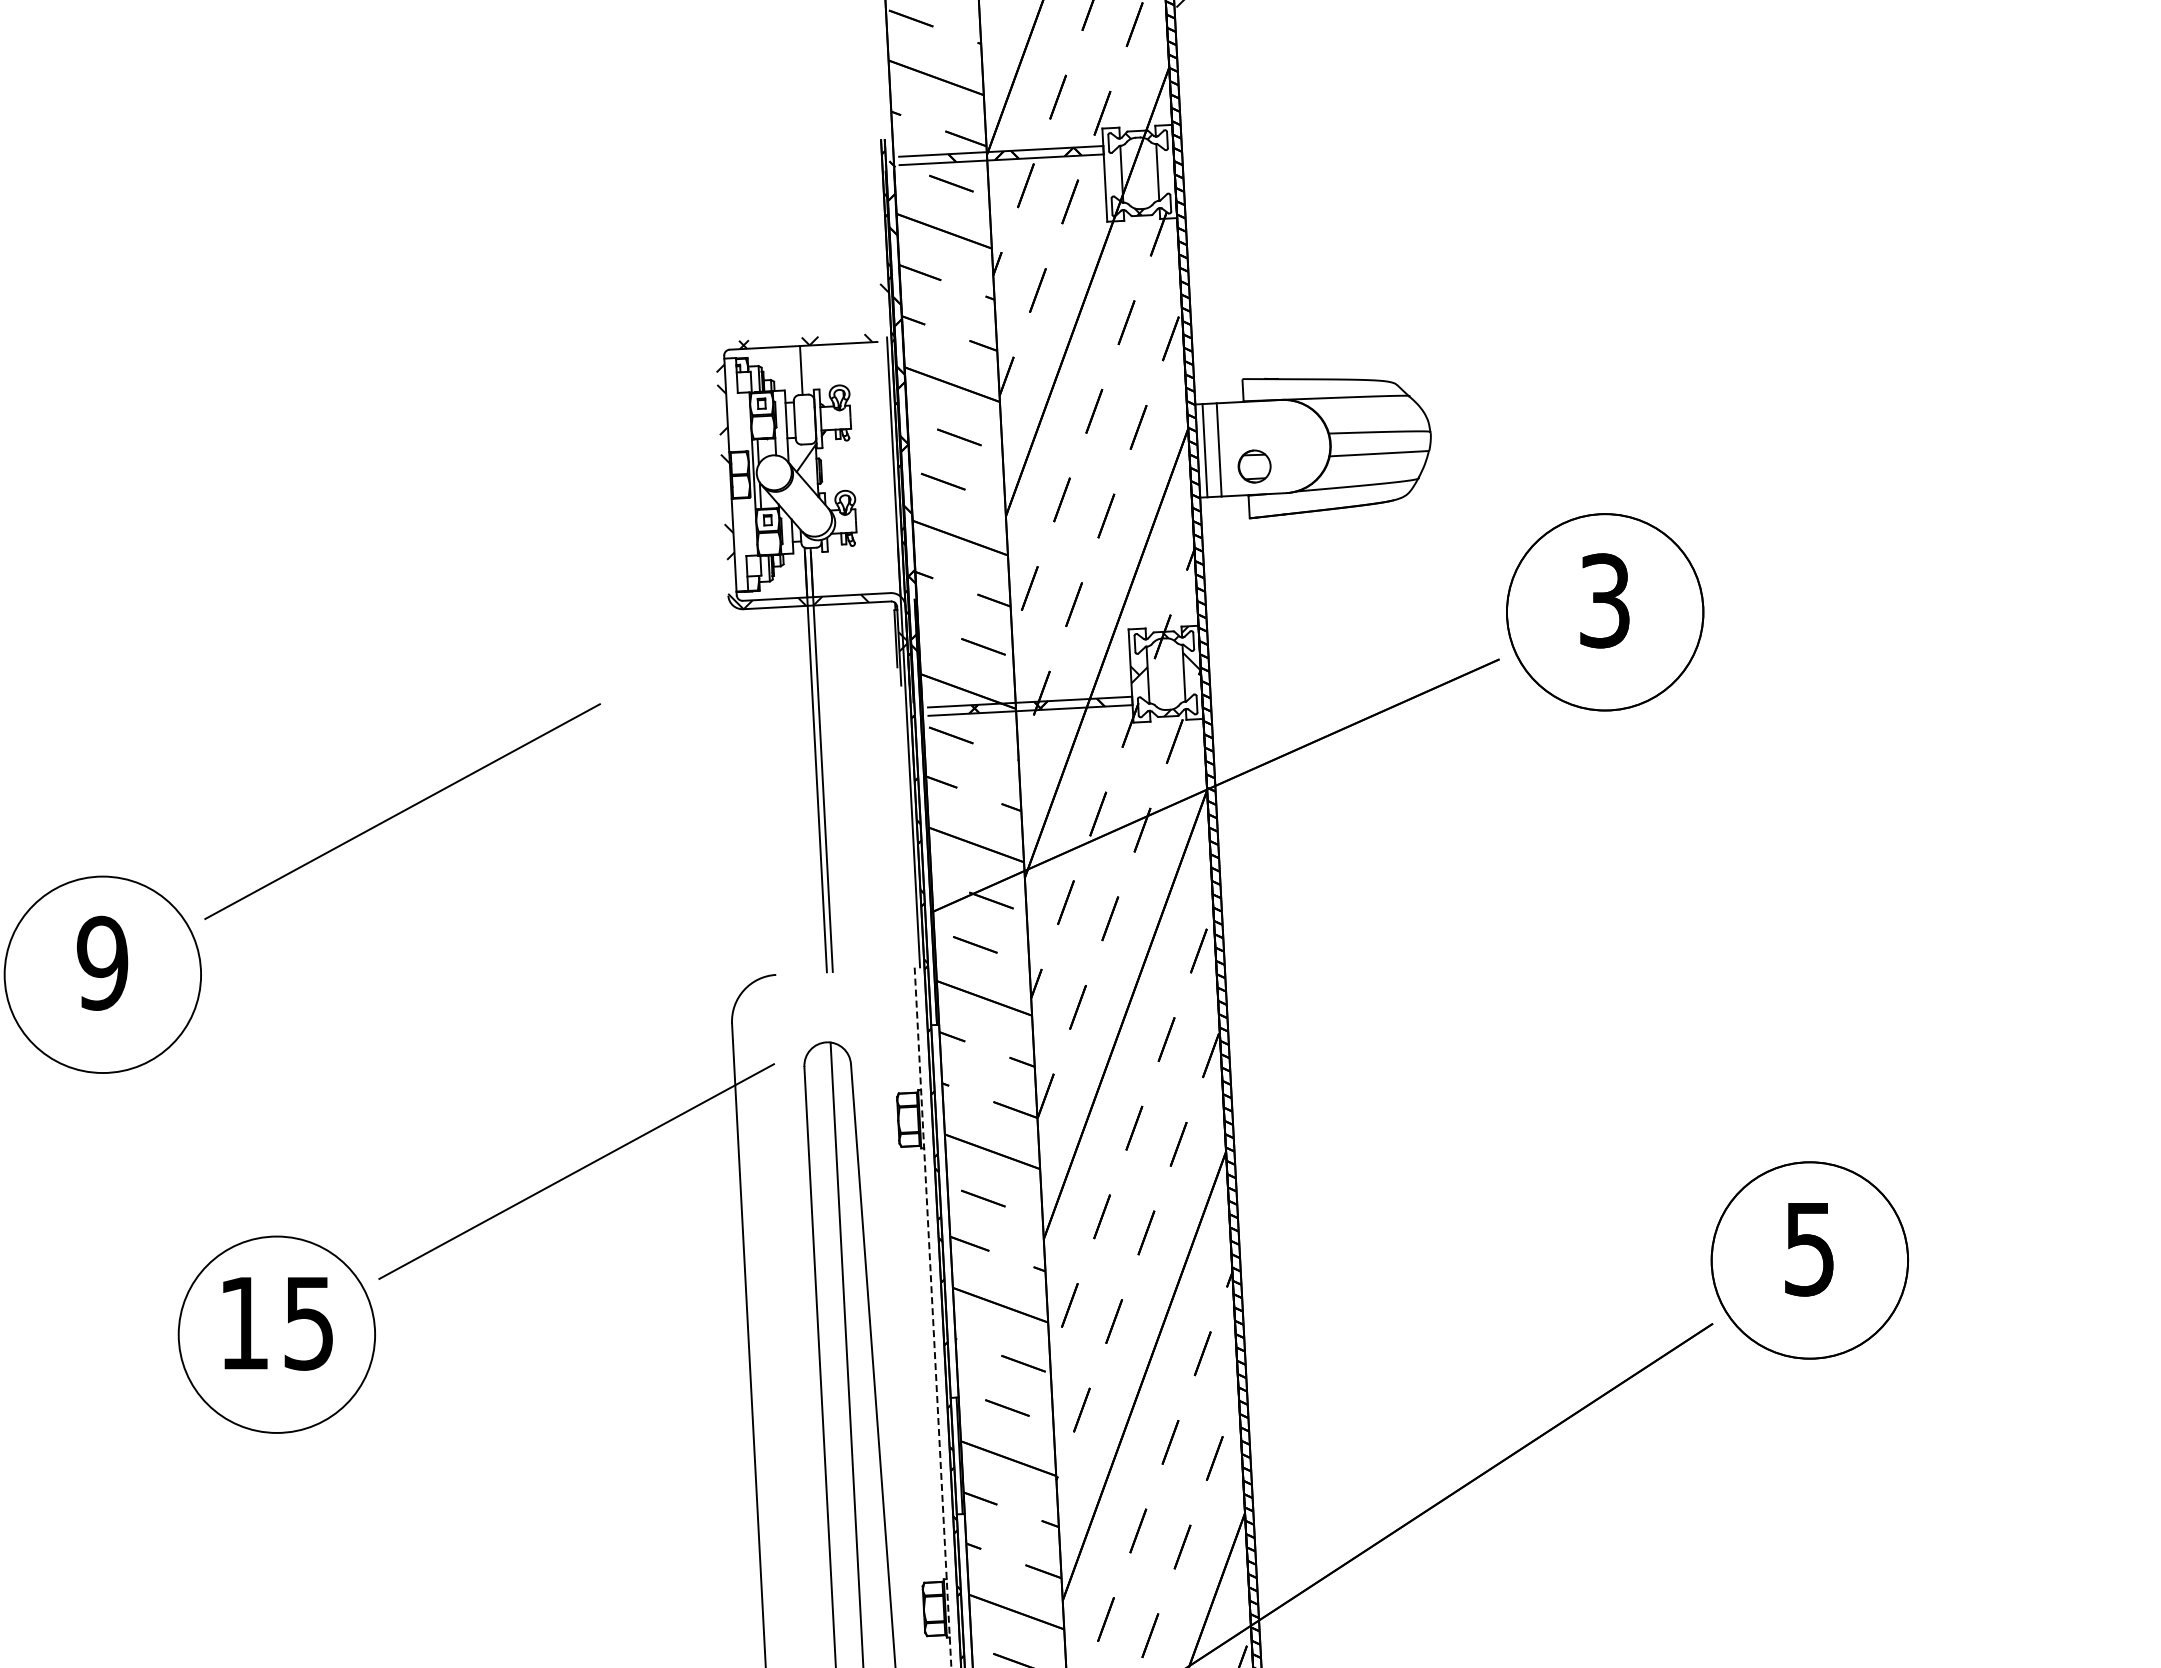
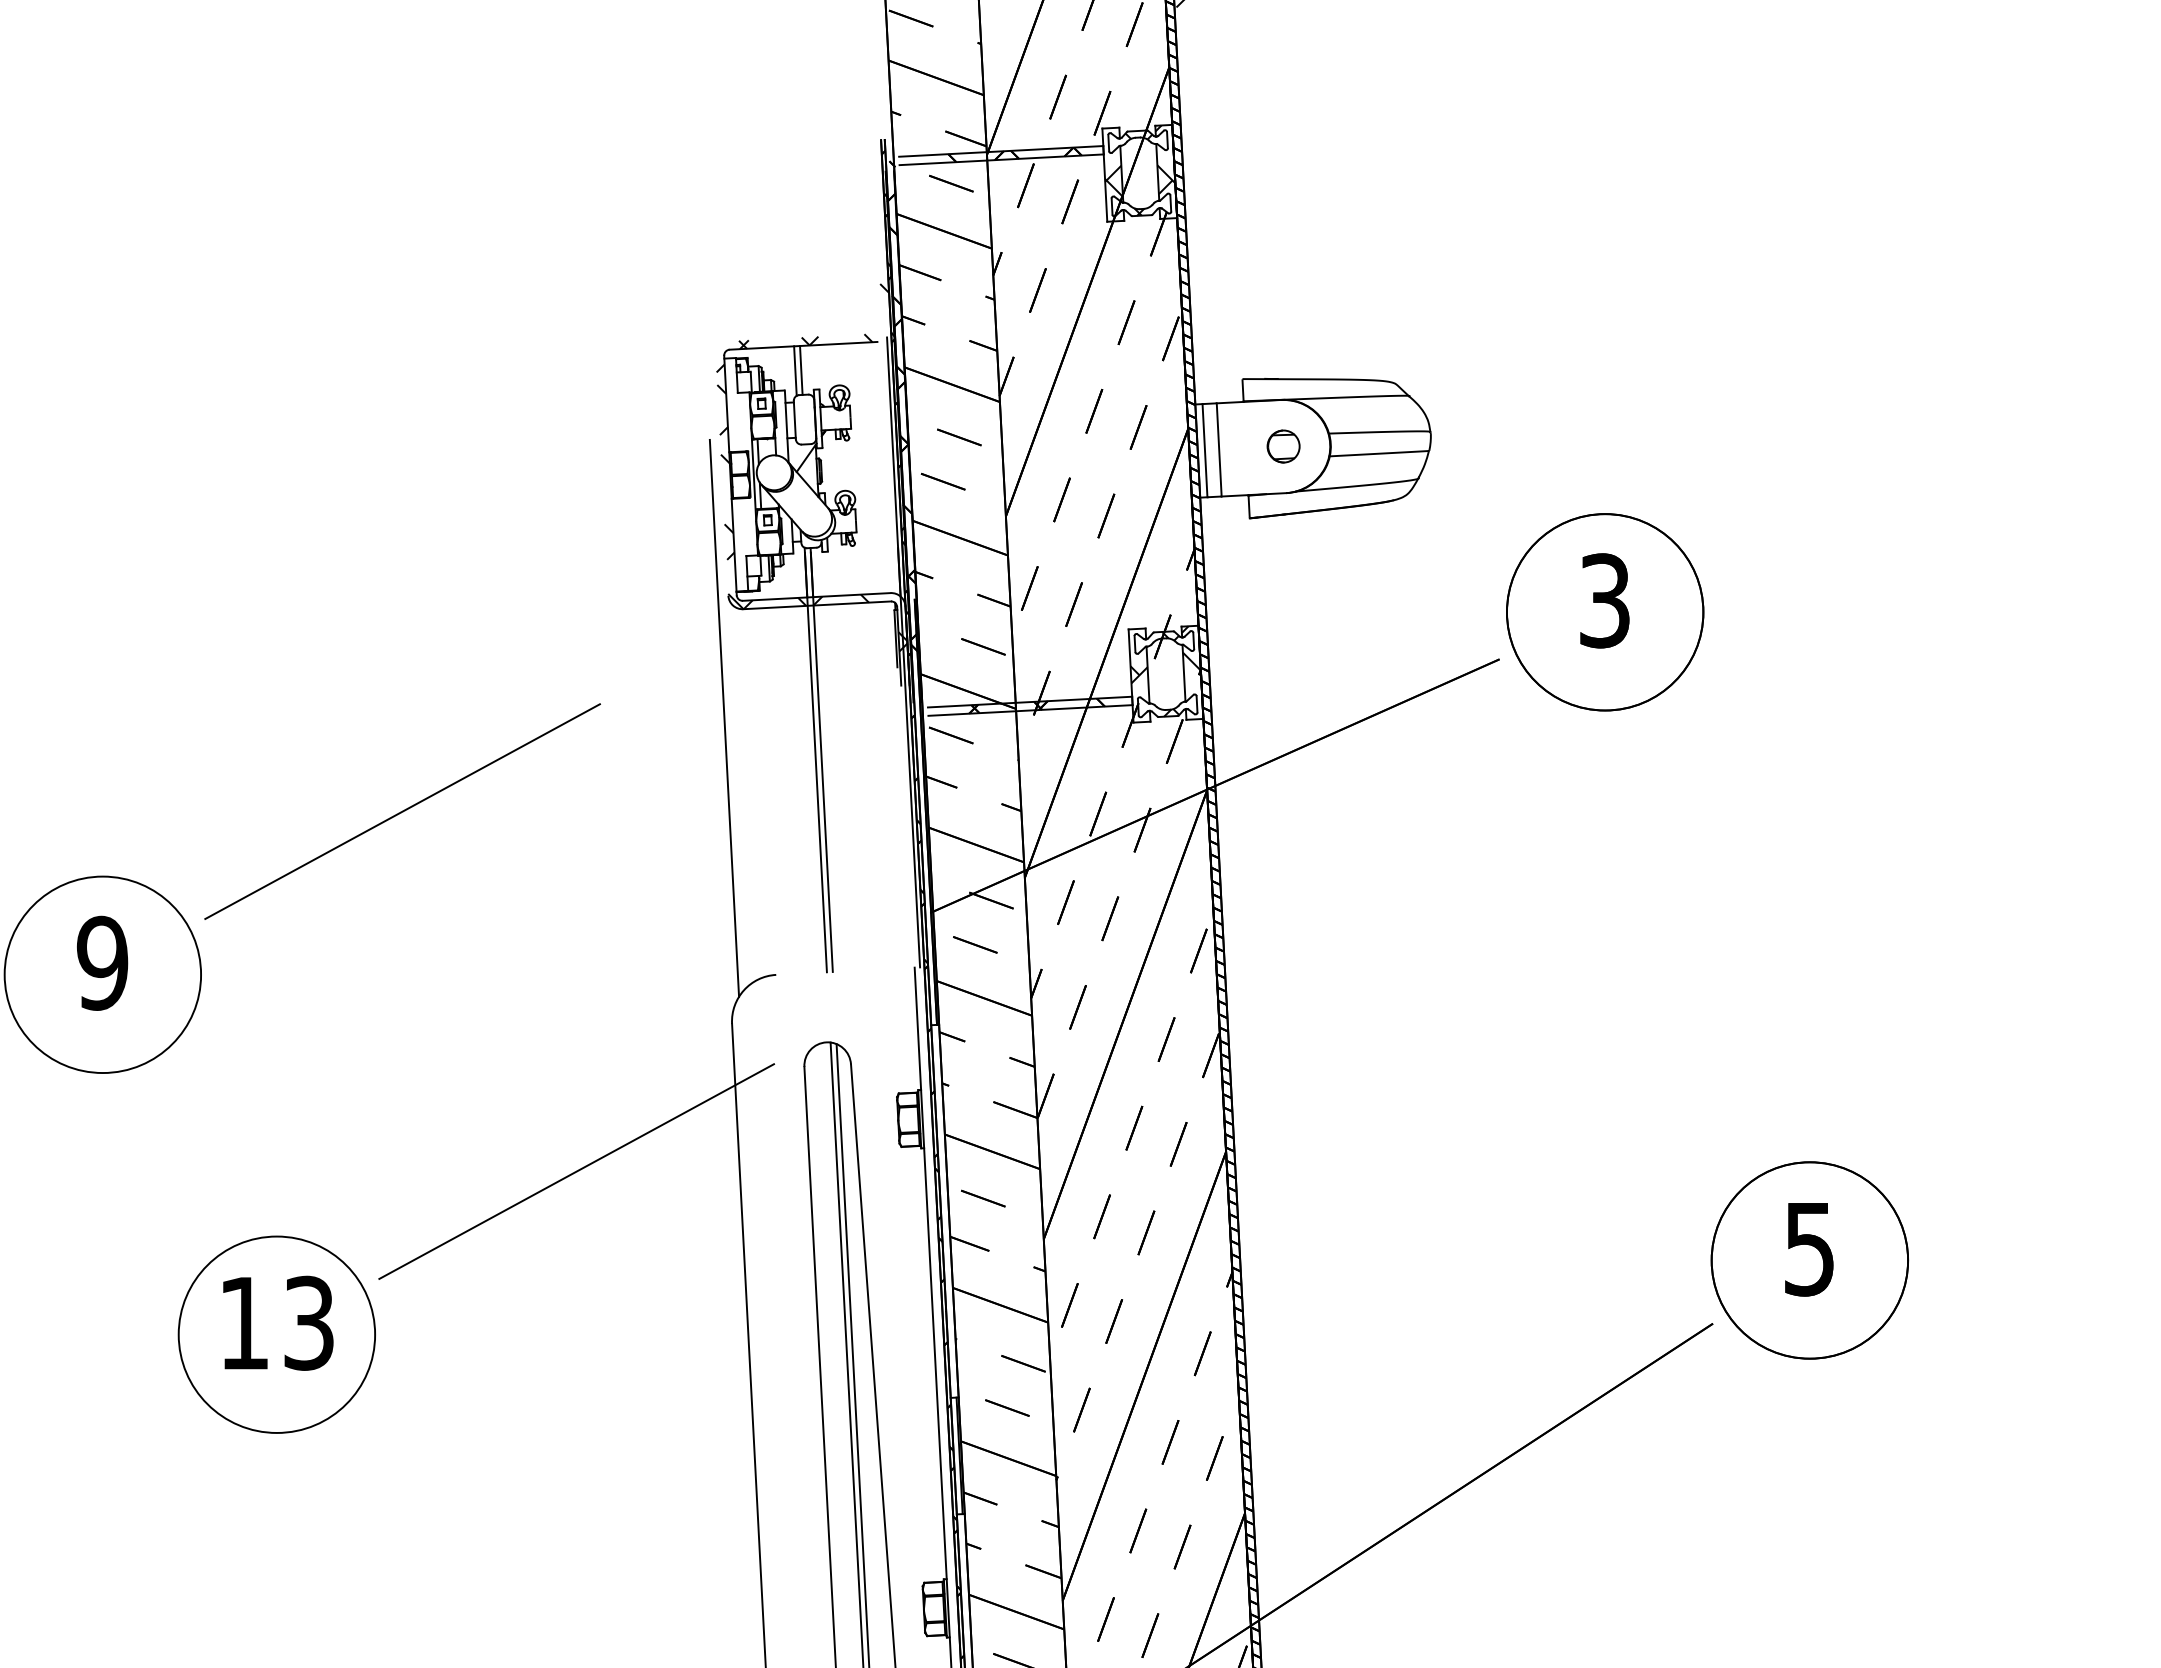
hatch at (1165, 159): none -> present
hatch at (1113, 180): none -> present
line at (795, 370): none -> present
part at (1254, 466) position: (1254, 466) -> (1283, 446)
line at (724, 717): none -> present
line at (933, 1317): dashed -> solid
text at (308, 1322): 15 -> 13
line at (852, 1354): none -> present
